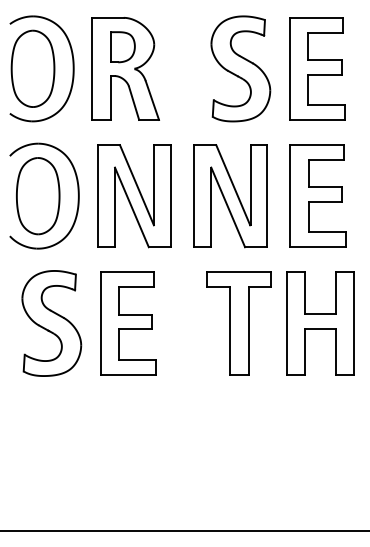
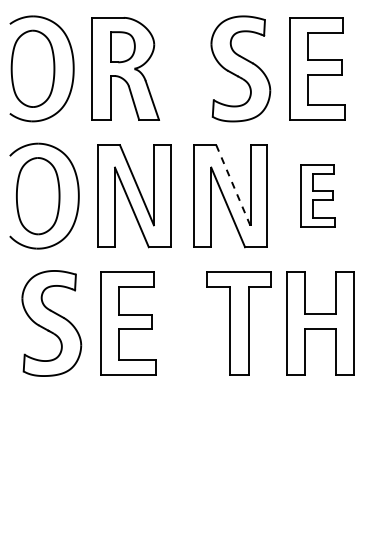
line at (233, 185): solid -> dashed
part at (317, 195) size: 58x104 px -> 36x64 px
line at (184, 530): present -> none
